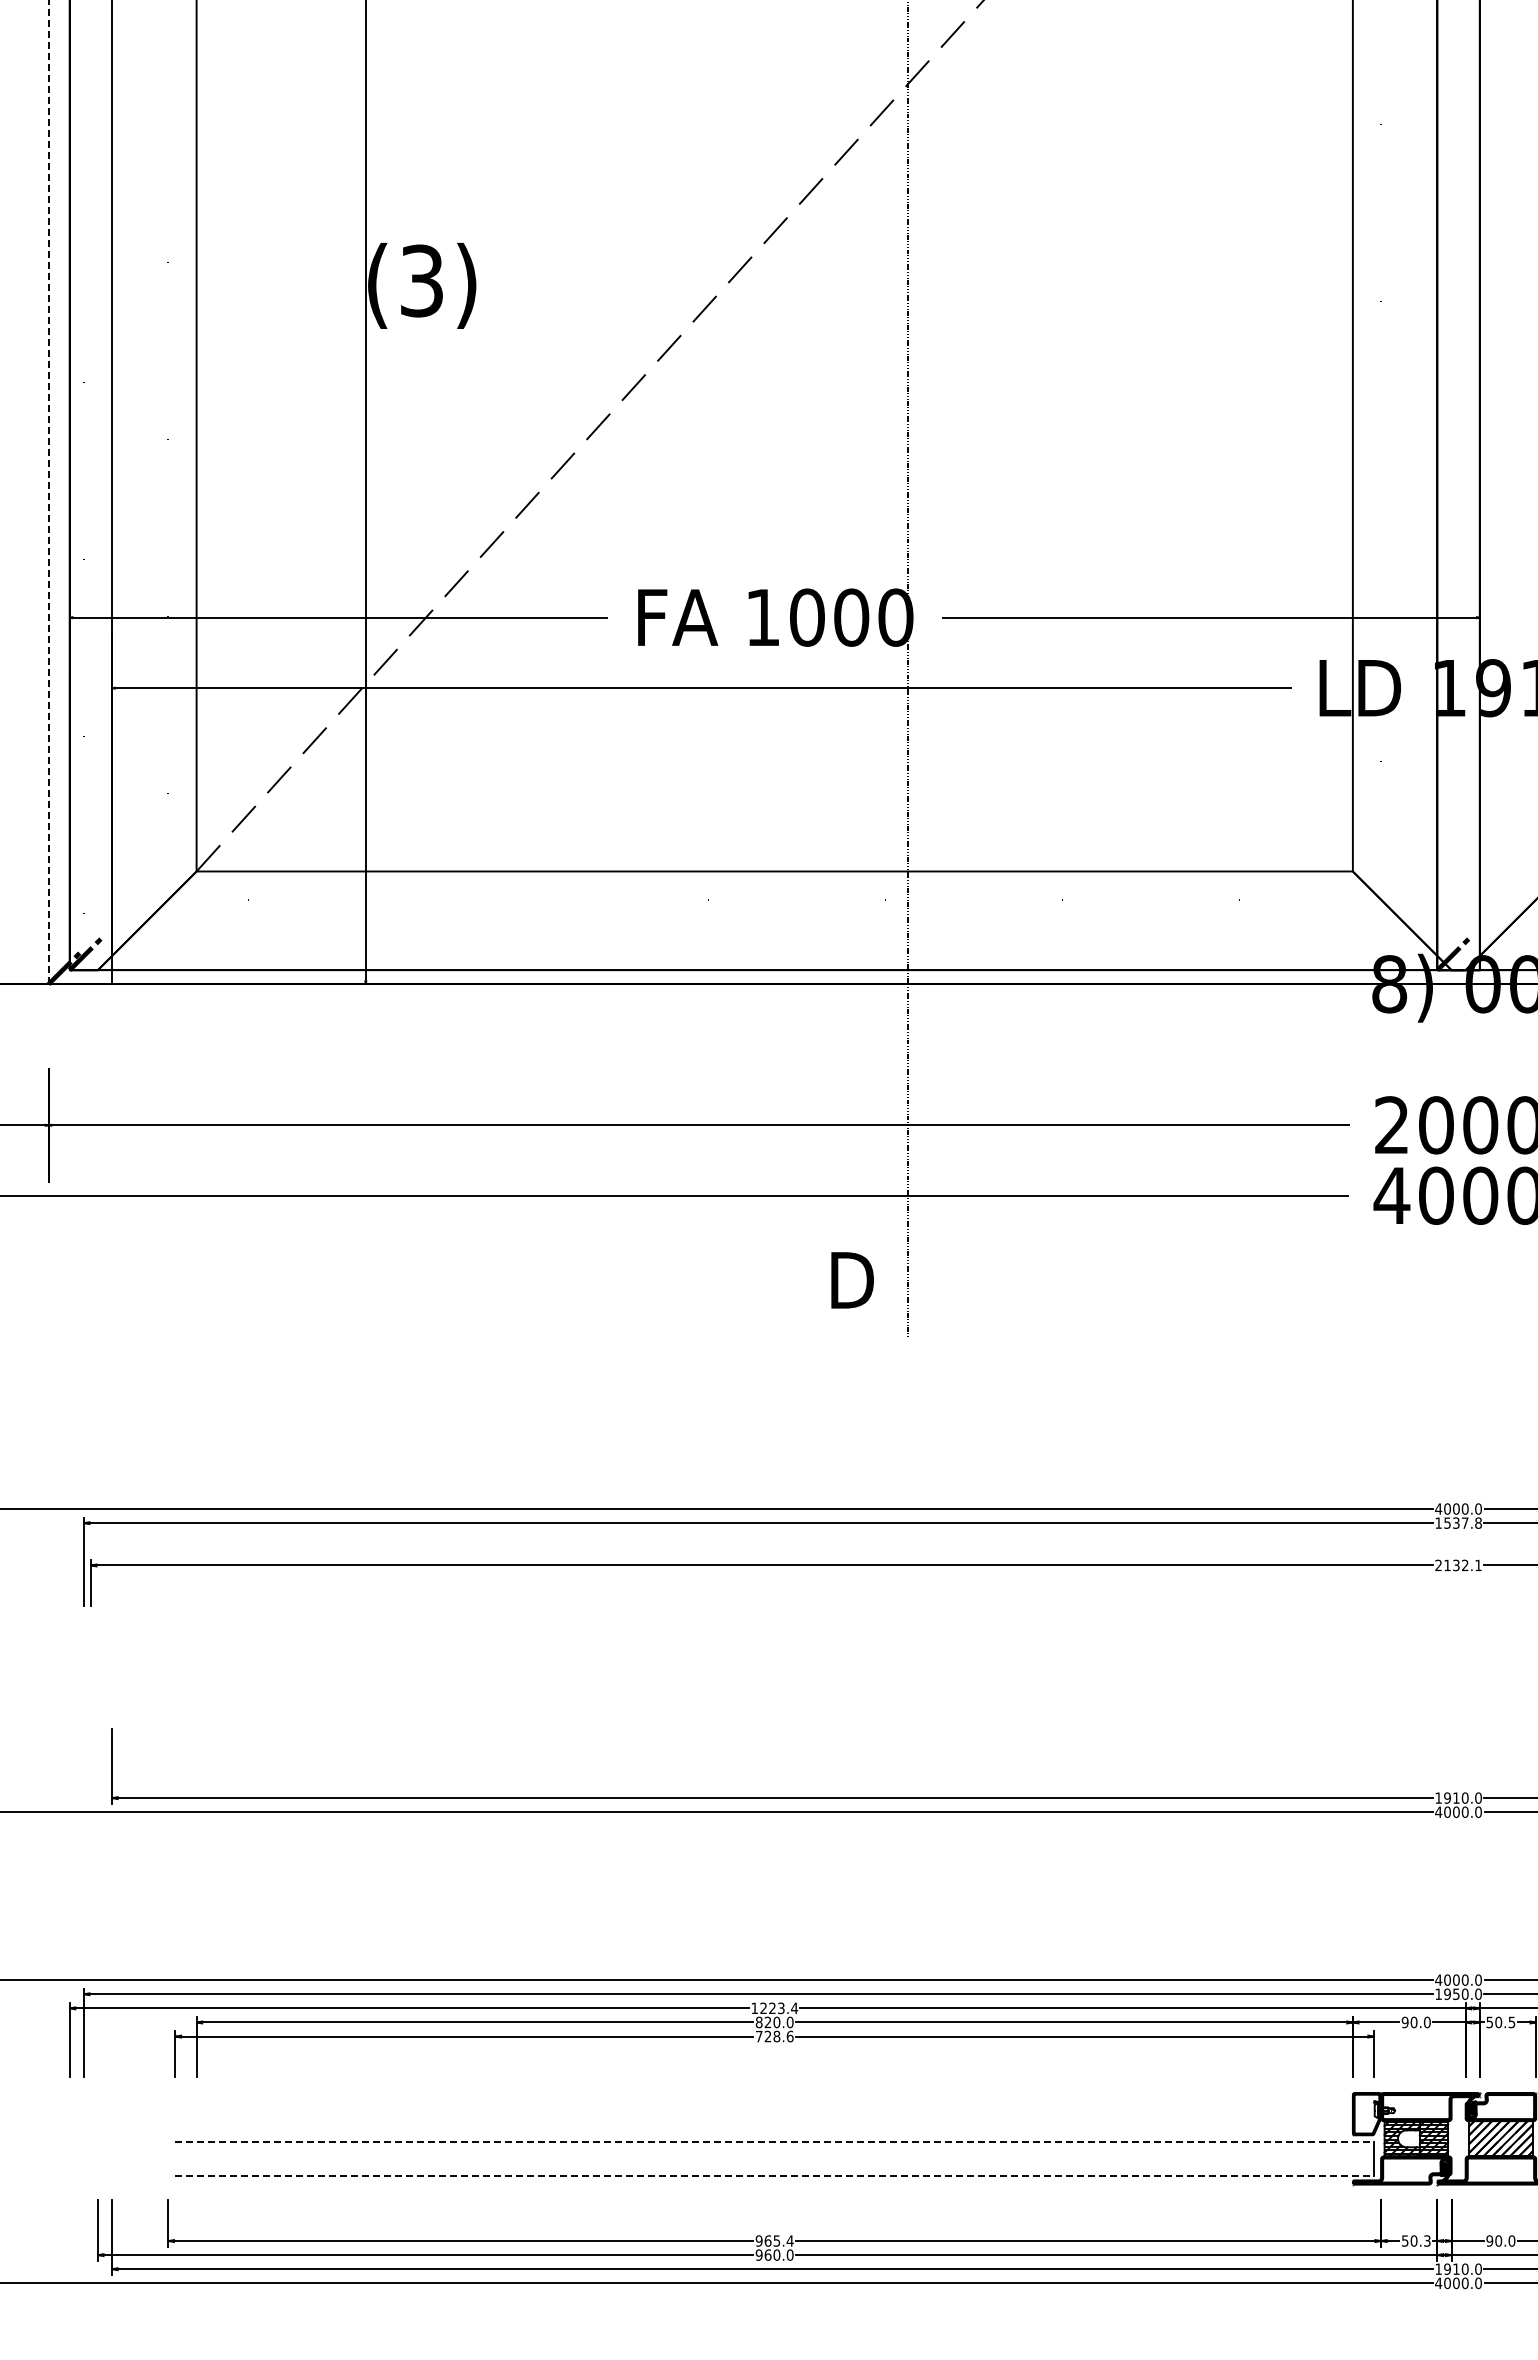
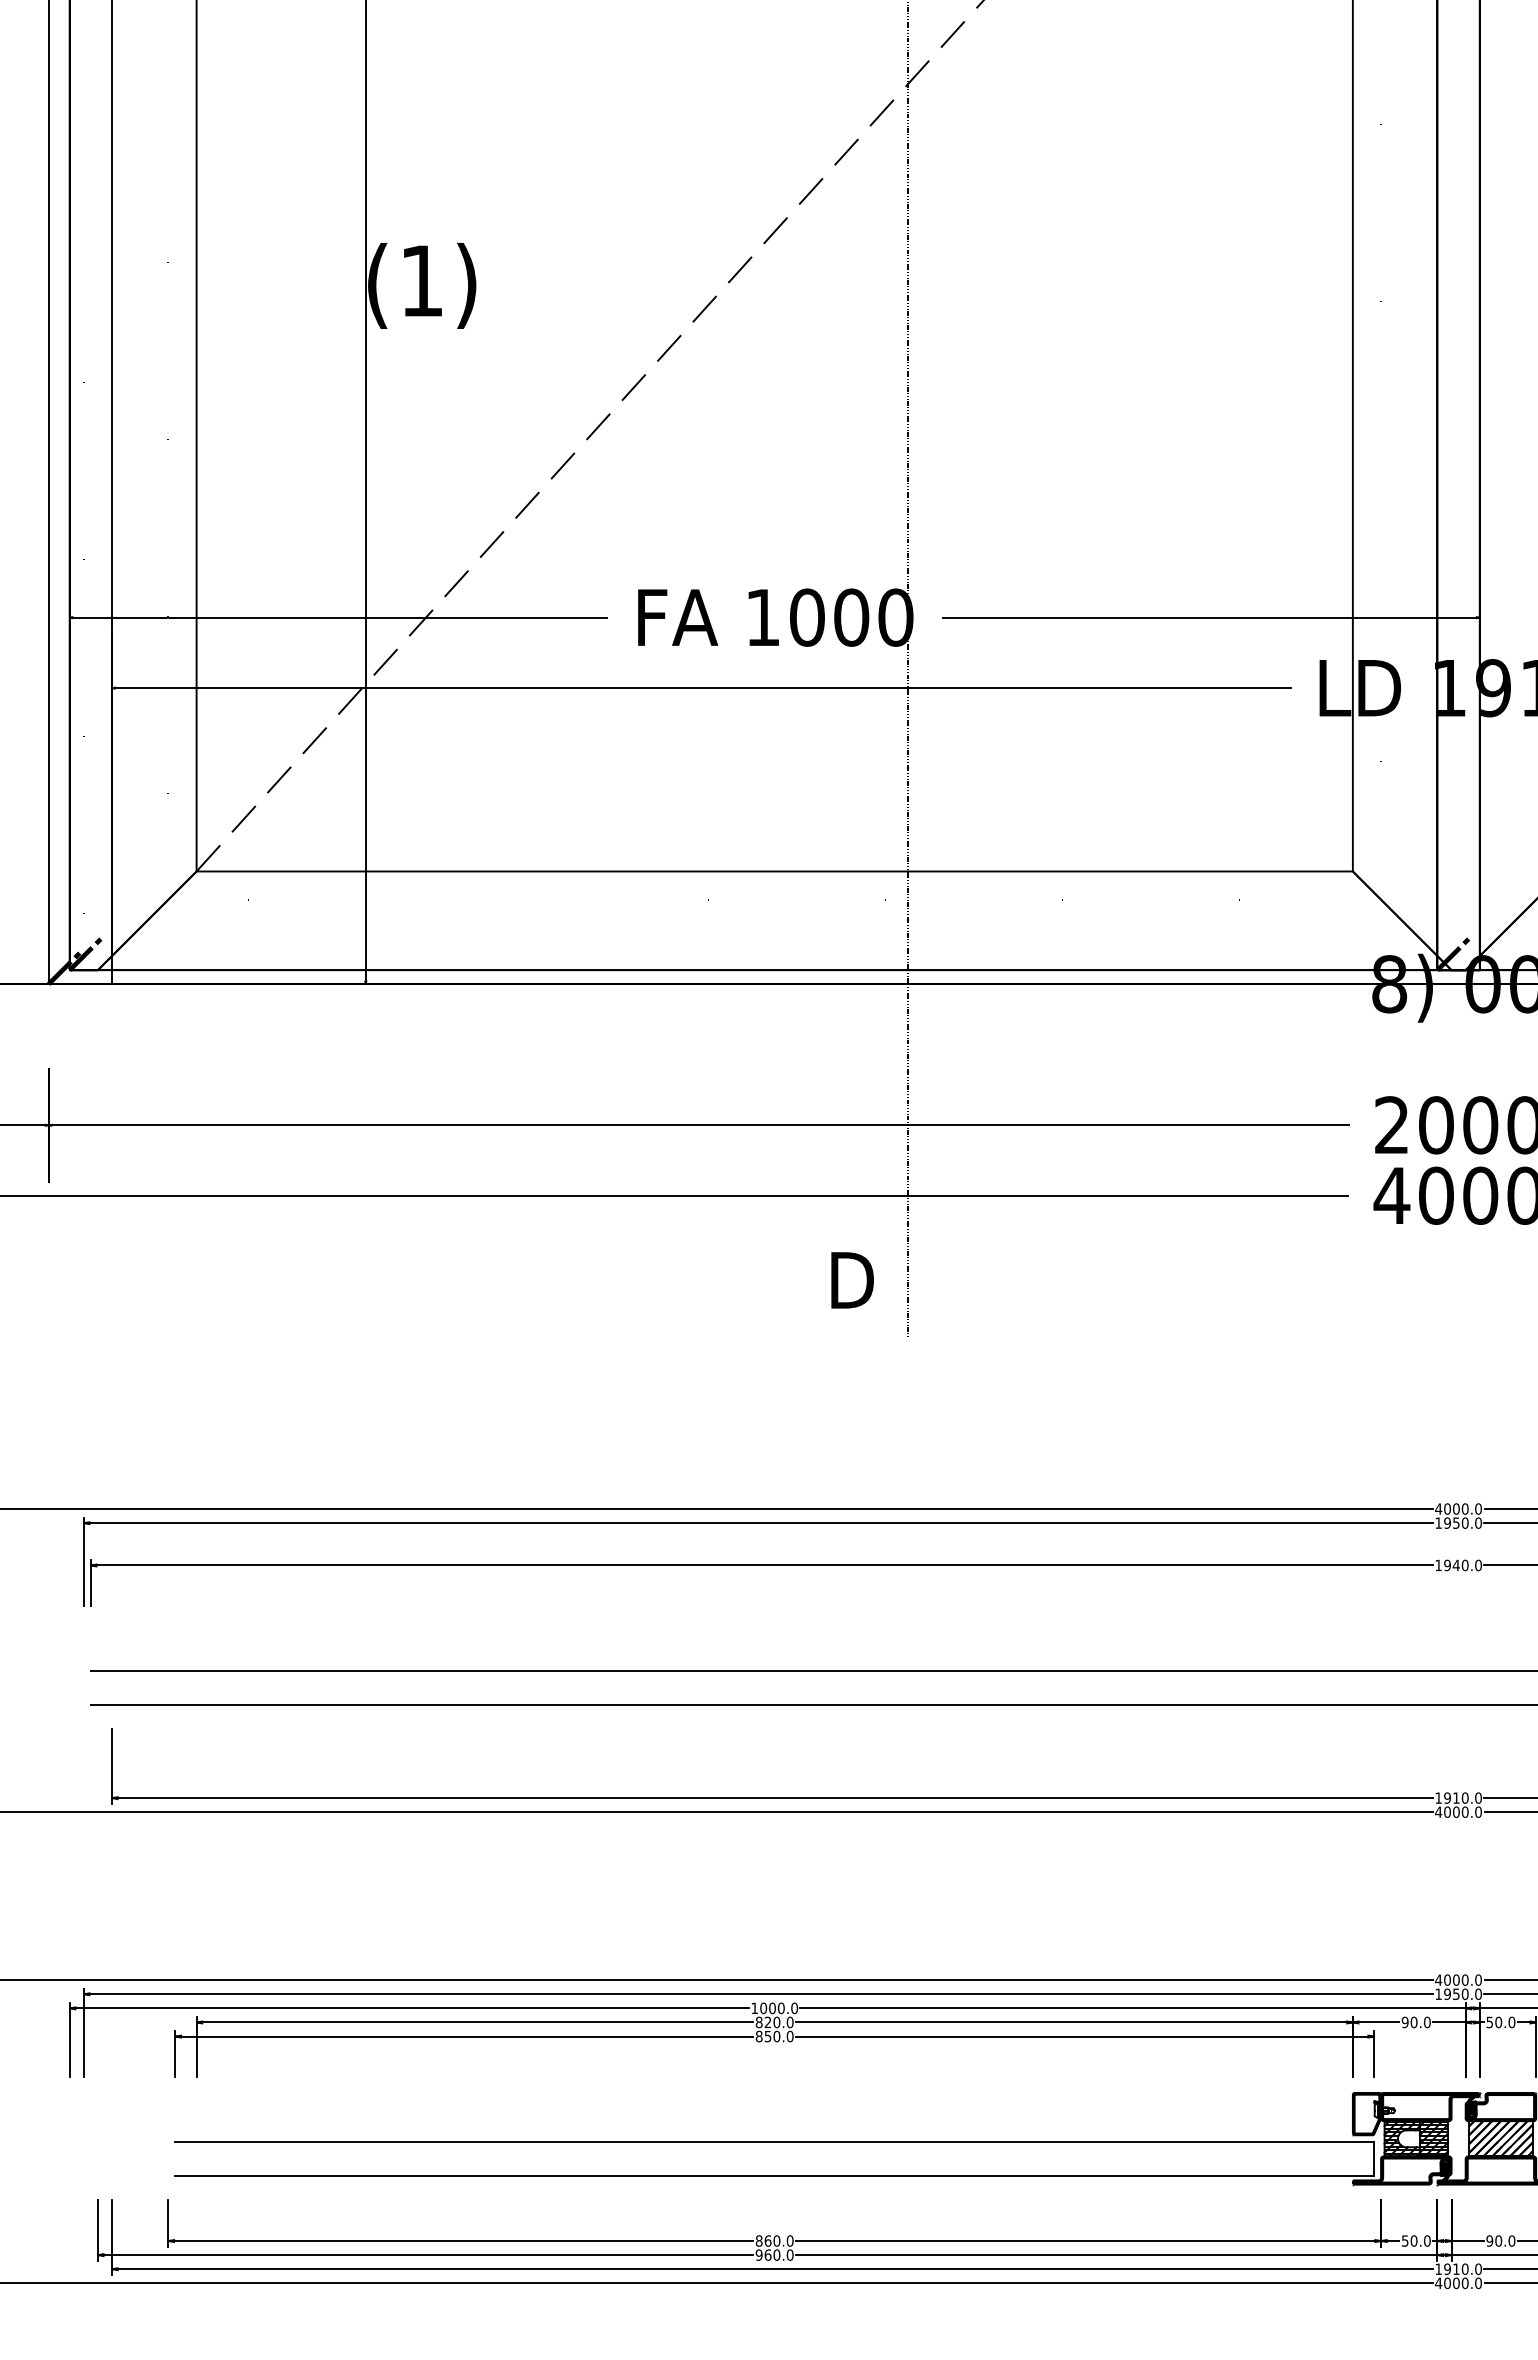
text at (421, 280): (3) -> (1)
line at (48, 492): dashed -> solid
text at (1462, 1522): 1537.8 -> 1950.0
text at (1458, 1565): 2132.1 -> 1940.0
line at (812, 1671): none -> present
line at (812, 1705): none -> present
text at (779, 2008): 1223.4 -> 1000.0
text at (1511, 2022): 50.5 -> 50.0
text at (774, 2036): 728.6 -> 850.0
line at (775, 2142): dashed -> solid
line at (775, 2176): dashed -> solid
text at (774, 2240): 965.4 -> 860.0
text at (1427, 2240): 50.3 -> 50.0
